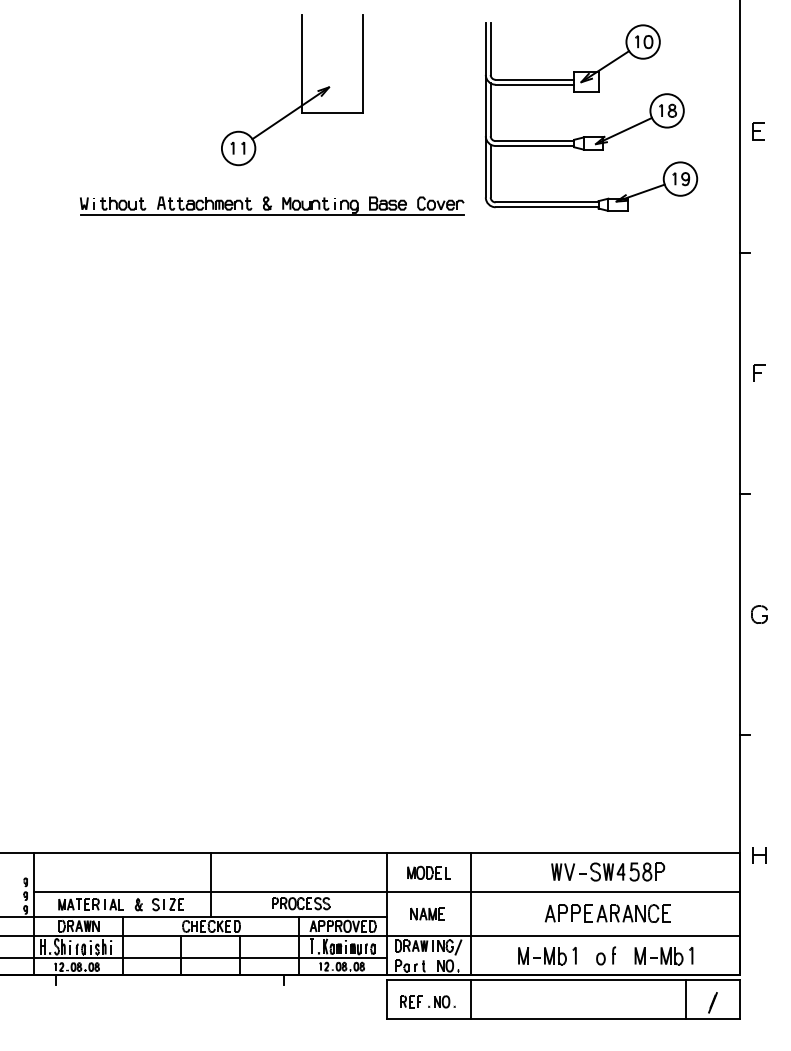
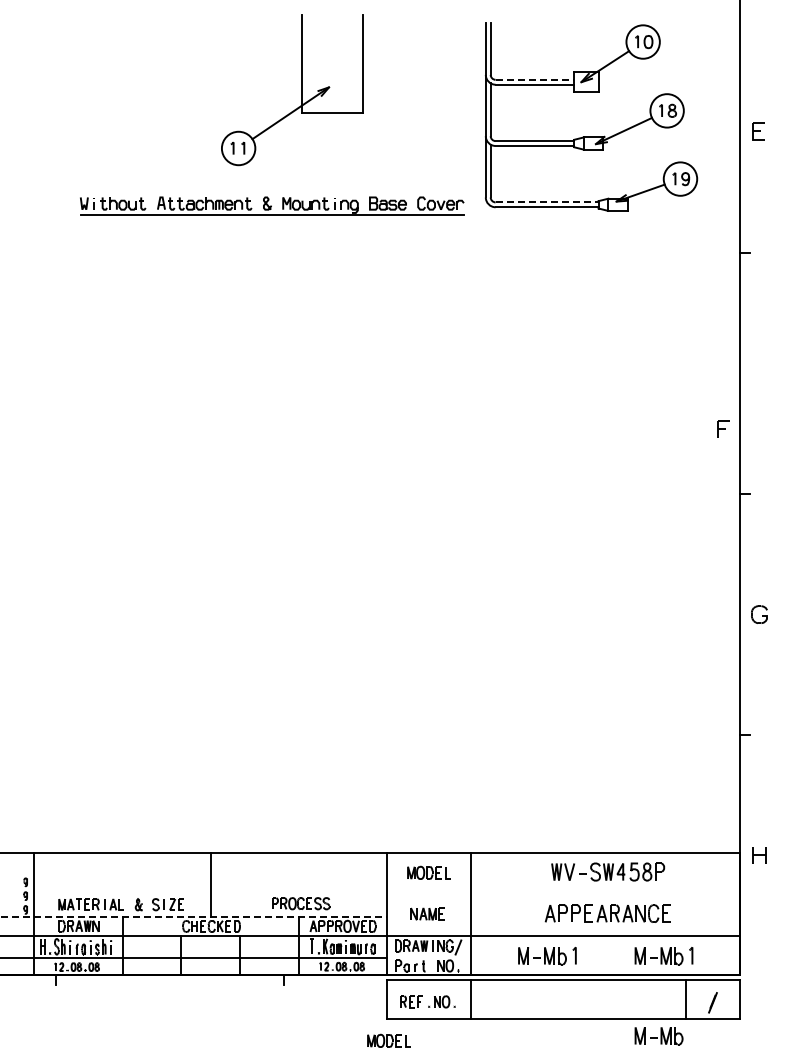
line at (535, 79): solid -> dashed
line at (547, 202): solid -> dashed
part at (759, 372) position: (759, 372) -> (723, 428)
line at (387, 892): present -> none
line at (194, 916): solid -> dashed
part at (605, 955): present -> none
part at (658, 1036): none -> present
part at (388, 1040): none -> present
